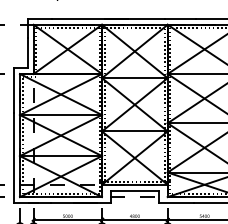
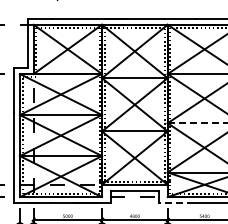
line at (197, 123): solid -> dashed
line at (176, 203): solid -> dashed
